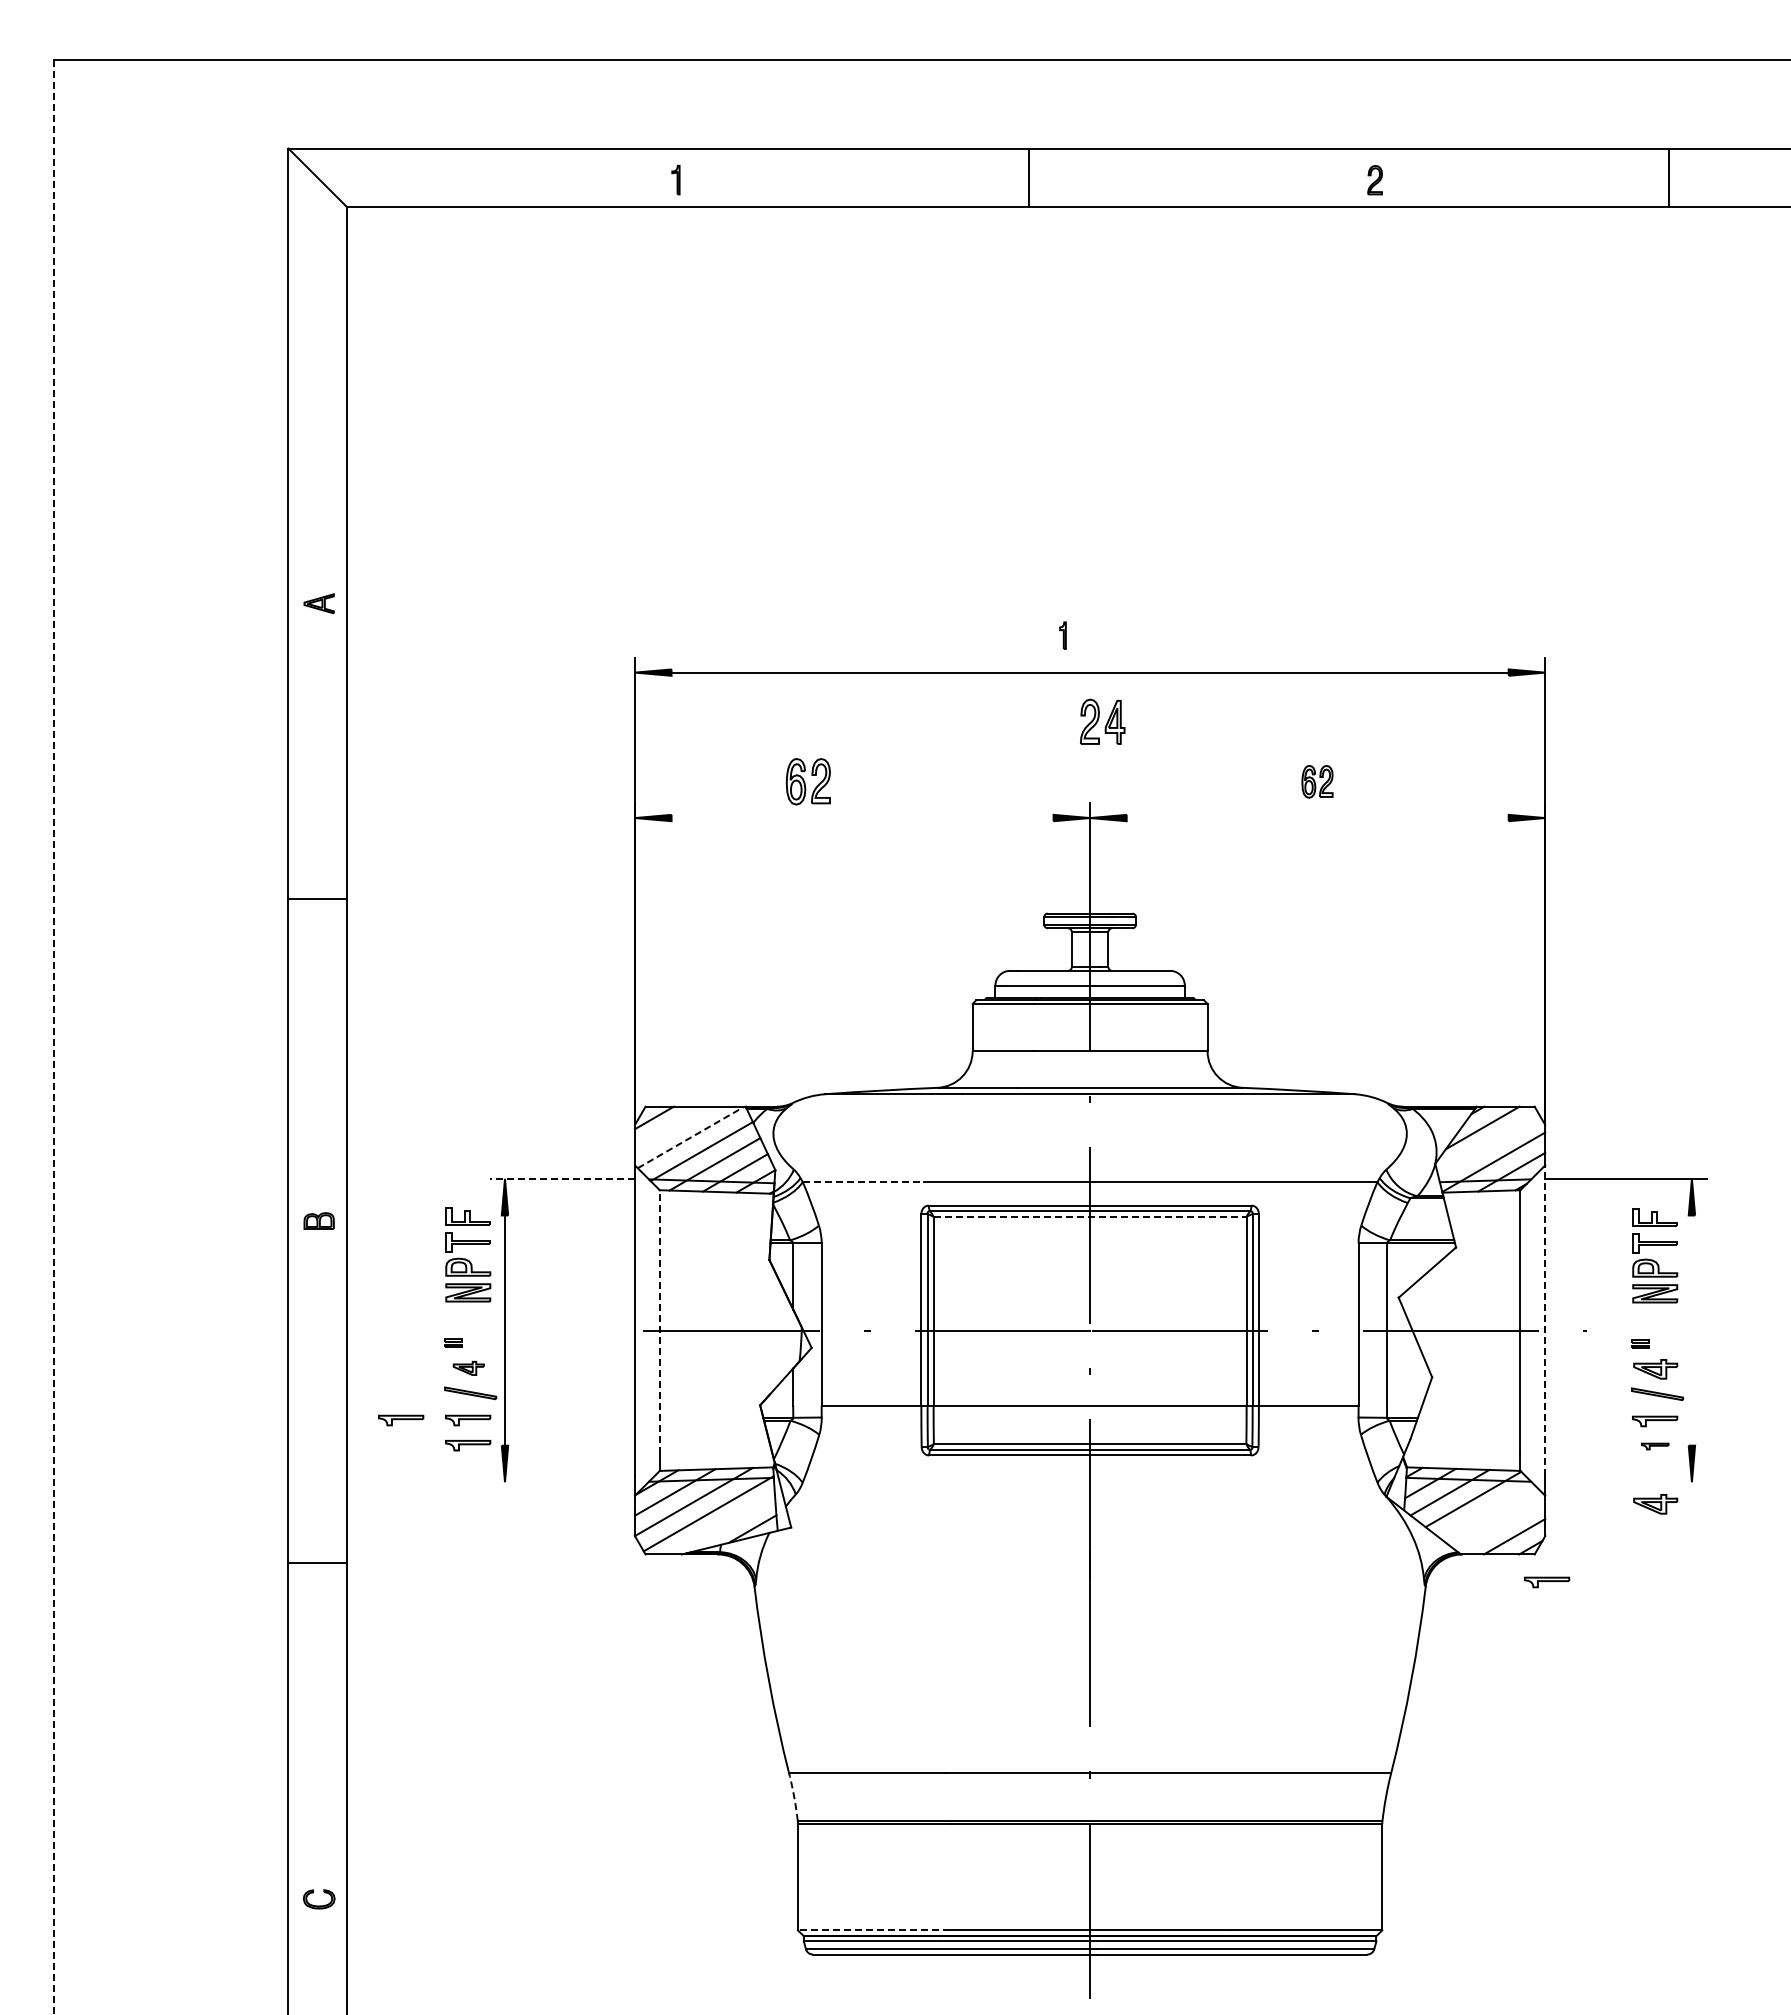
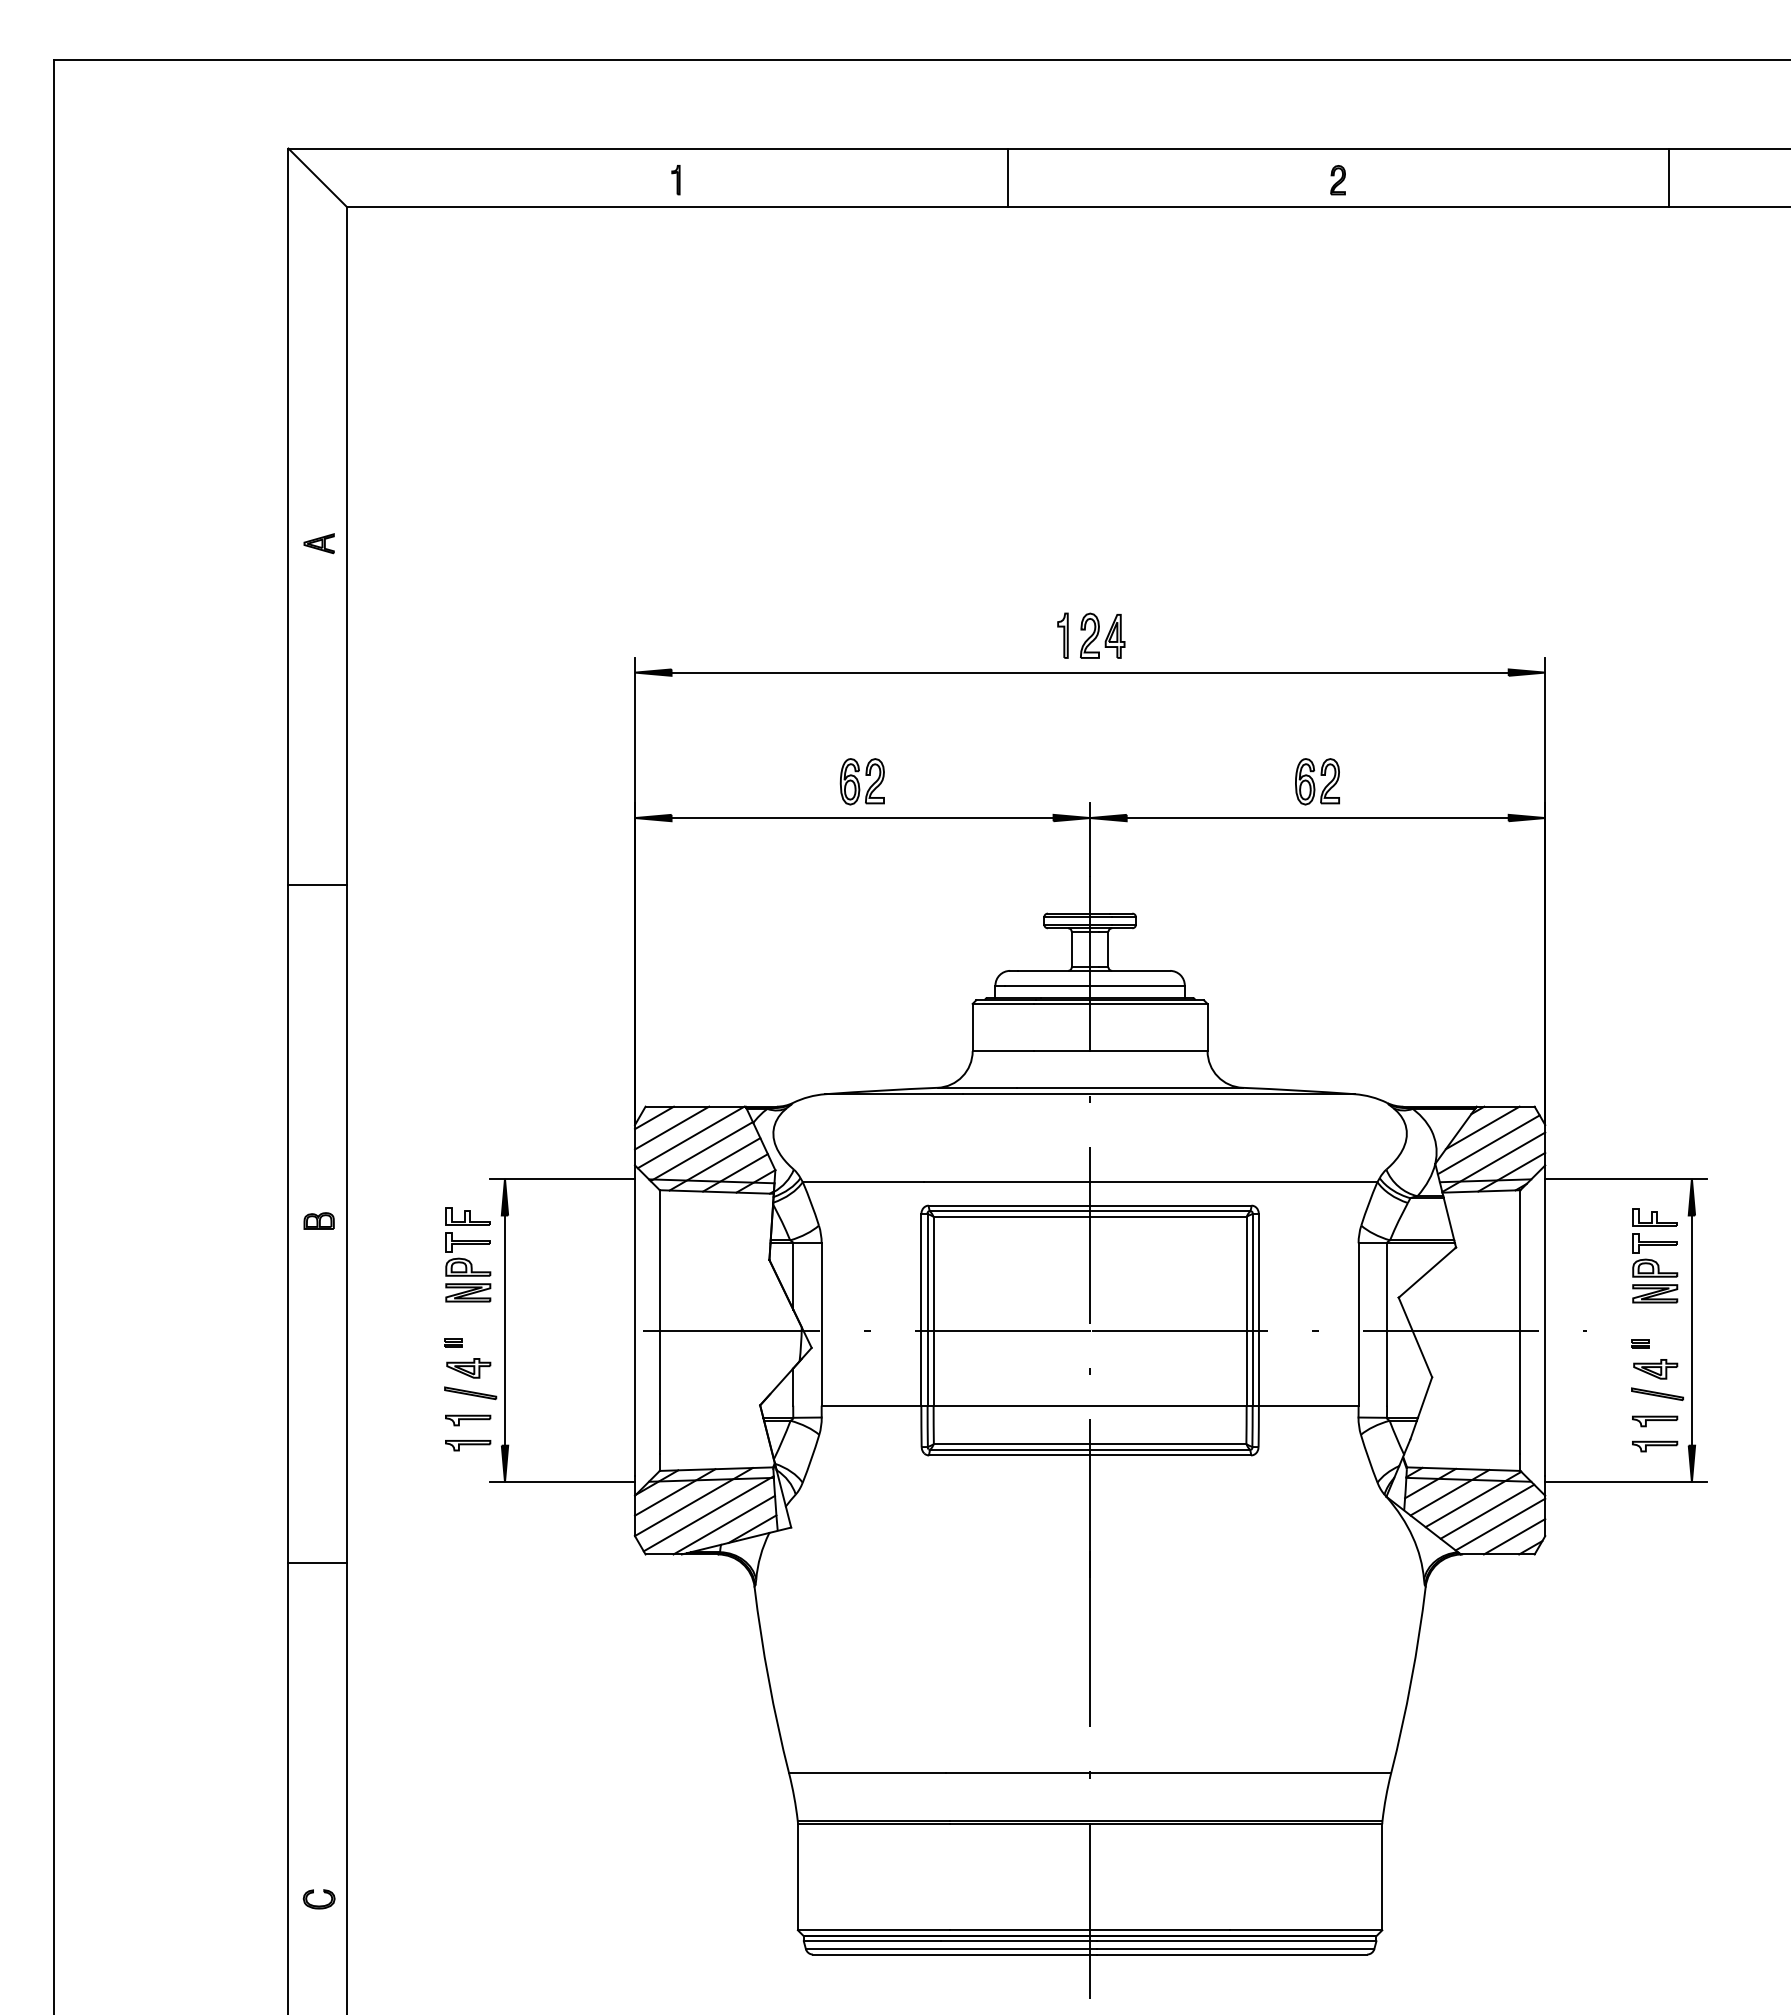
line at (1028, 177) position: (1028, 177) -> (1007, 177)
part at (1374, 180) position: (1374, 180) -> (1337, 180)
part at (318, 603) position: (318, 603) -> (318, 543)
part at (1062, 635) size: 8x29 px -> 12x47 px
part at (1102, 721) position: (1102, 721) -> (1102, 635)
part at (807, 781) position: (807, 781) -> (861, 781)
part at (1317, 781) size: 33x34 px -> 45x48 px
line at (862, 818): none -> present
line at (1317, 818): none -> present
line at (317, 899) position: (317, 899) -> (317, 885)
line at (53, 1037): dashed -> solid
line at (672, 1127): none -> present
line at (691, 1137): dashed -> solid
line at (1488, 1144): none -> present
line at (562, 1178): dashed -> solid
line at (863, 1182): dashed -> solid
line at (1090, 1216): dashed -> solid
line at (1545, 1319): dashed -> solid
line at (659, 1321): dashed -> solid
line at (1691, 1330): none -> present
part at (468, 1367) size: 33x16 px -> 46x21 px
part at (401, 1420): present -> none
part at (1655, 1446) size: 29x9 px -> 47x13 px
line at (562, 1482): none -> present
line at (1625, 1482): none -> present
part at (1655, 1504): present -> none
line at (1487, 1511): none -> present
line at (724, 1524): none -> present
line at (1500, 1524): none -> present
part at (1547, 1582): present -> none
arc at (794, 1797): dashed -> solid
line at (873, 1930): dashed -> solid
